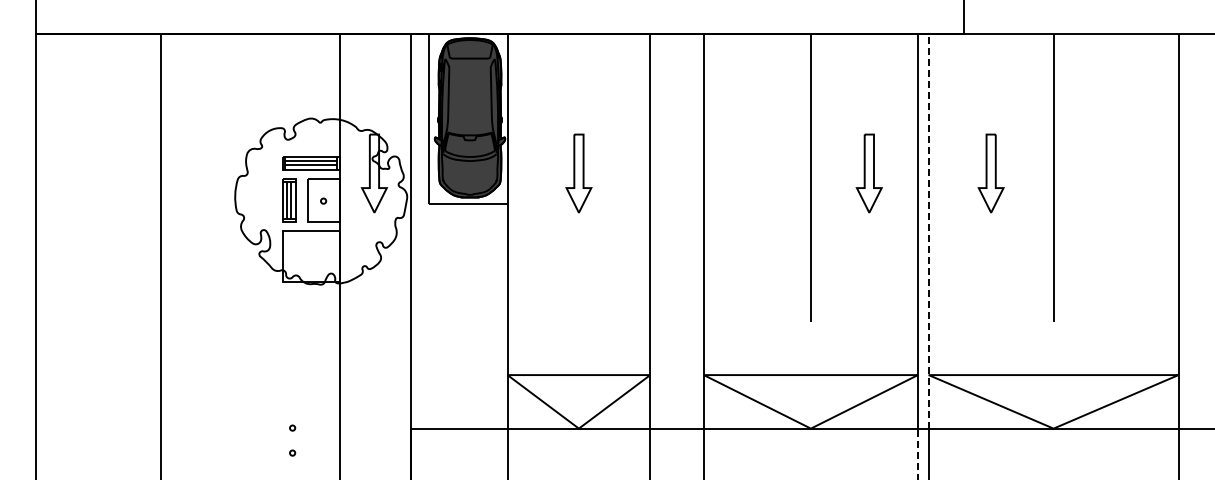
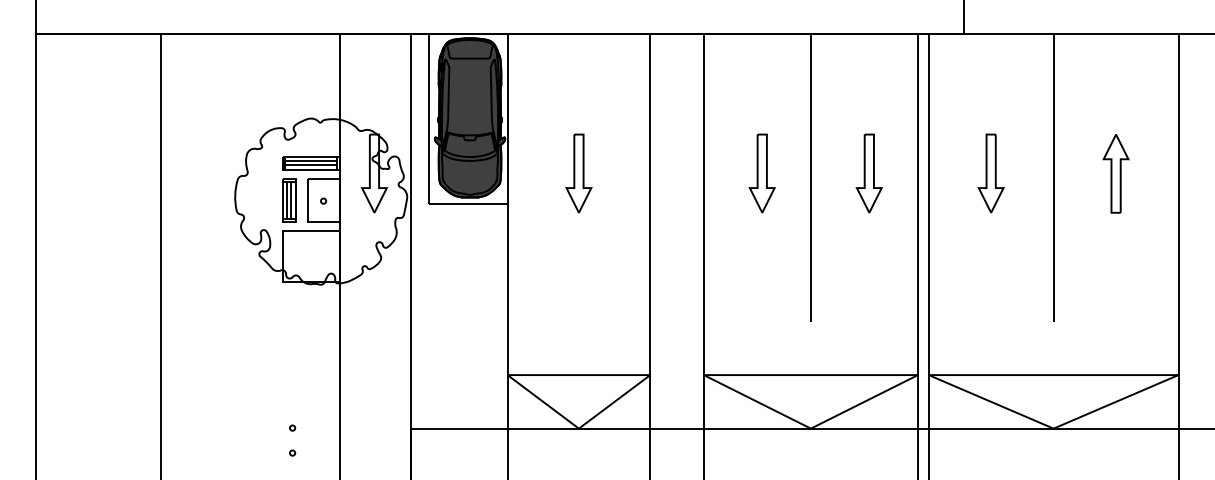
part at (761, 173): none -> present
part at (1115, 173): none -> present
line at (928, 230): dashed -> solid
line at (917, 453): dashed -> solid
